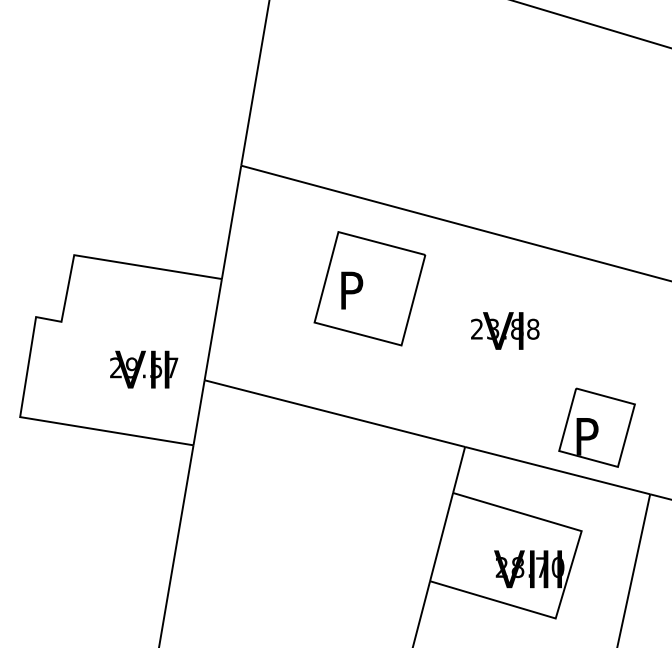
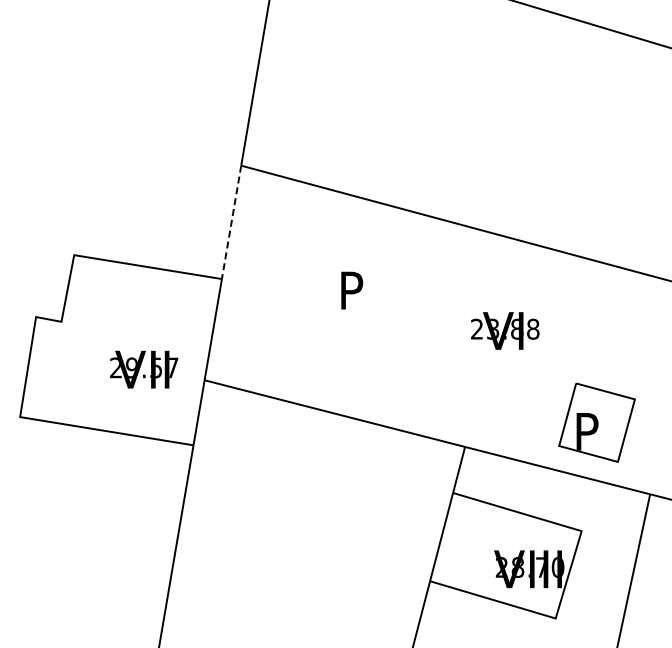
line at (231, 222): solid -> dashed
part at (369, 288): present -> none
part at (596, 427) position: (596, 427) -> (596, 422)
